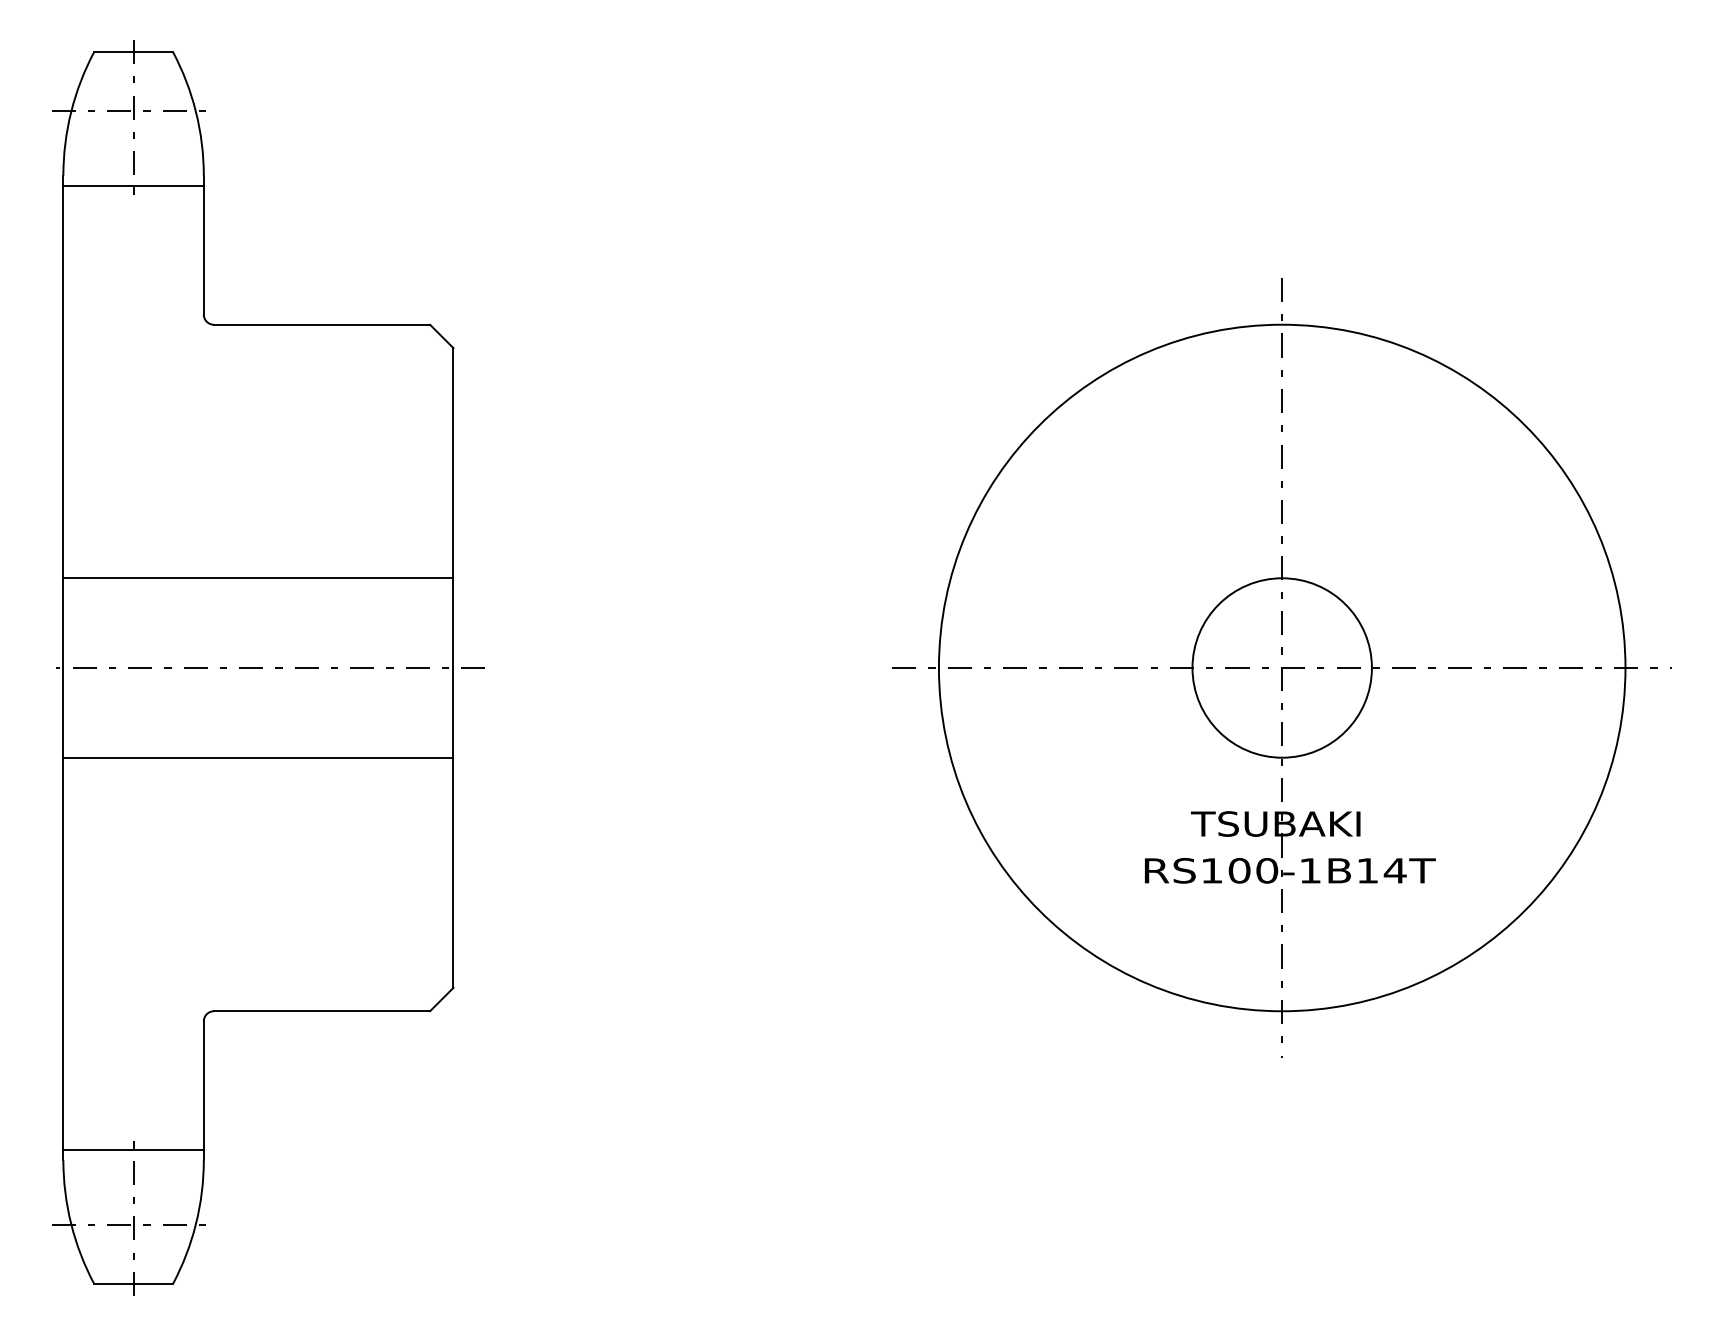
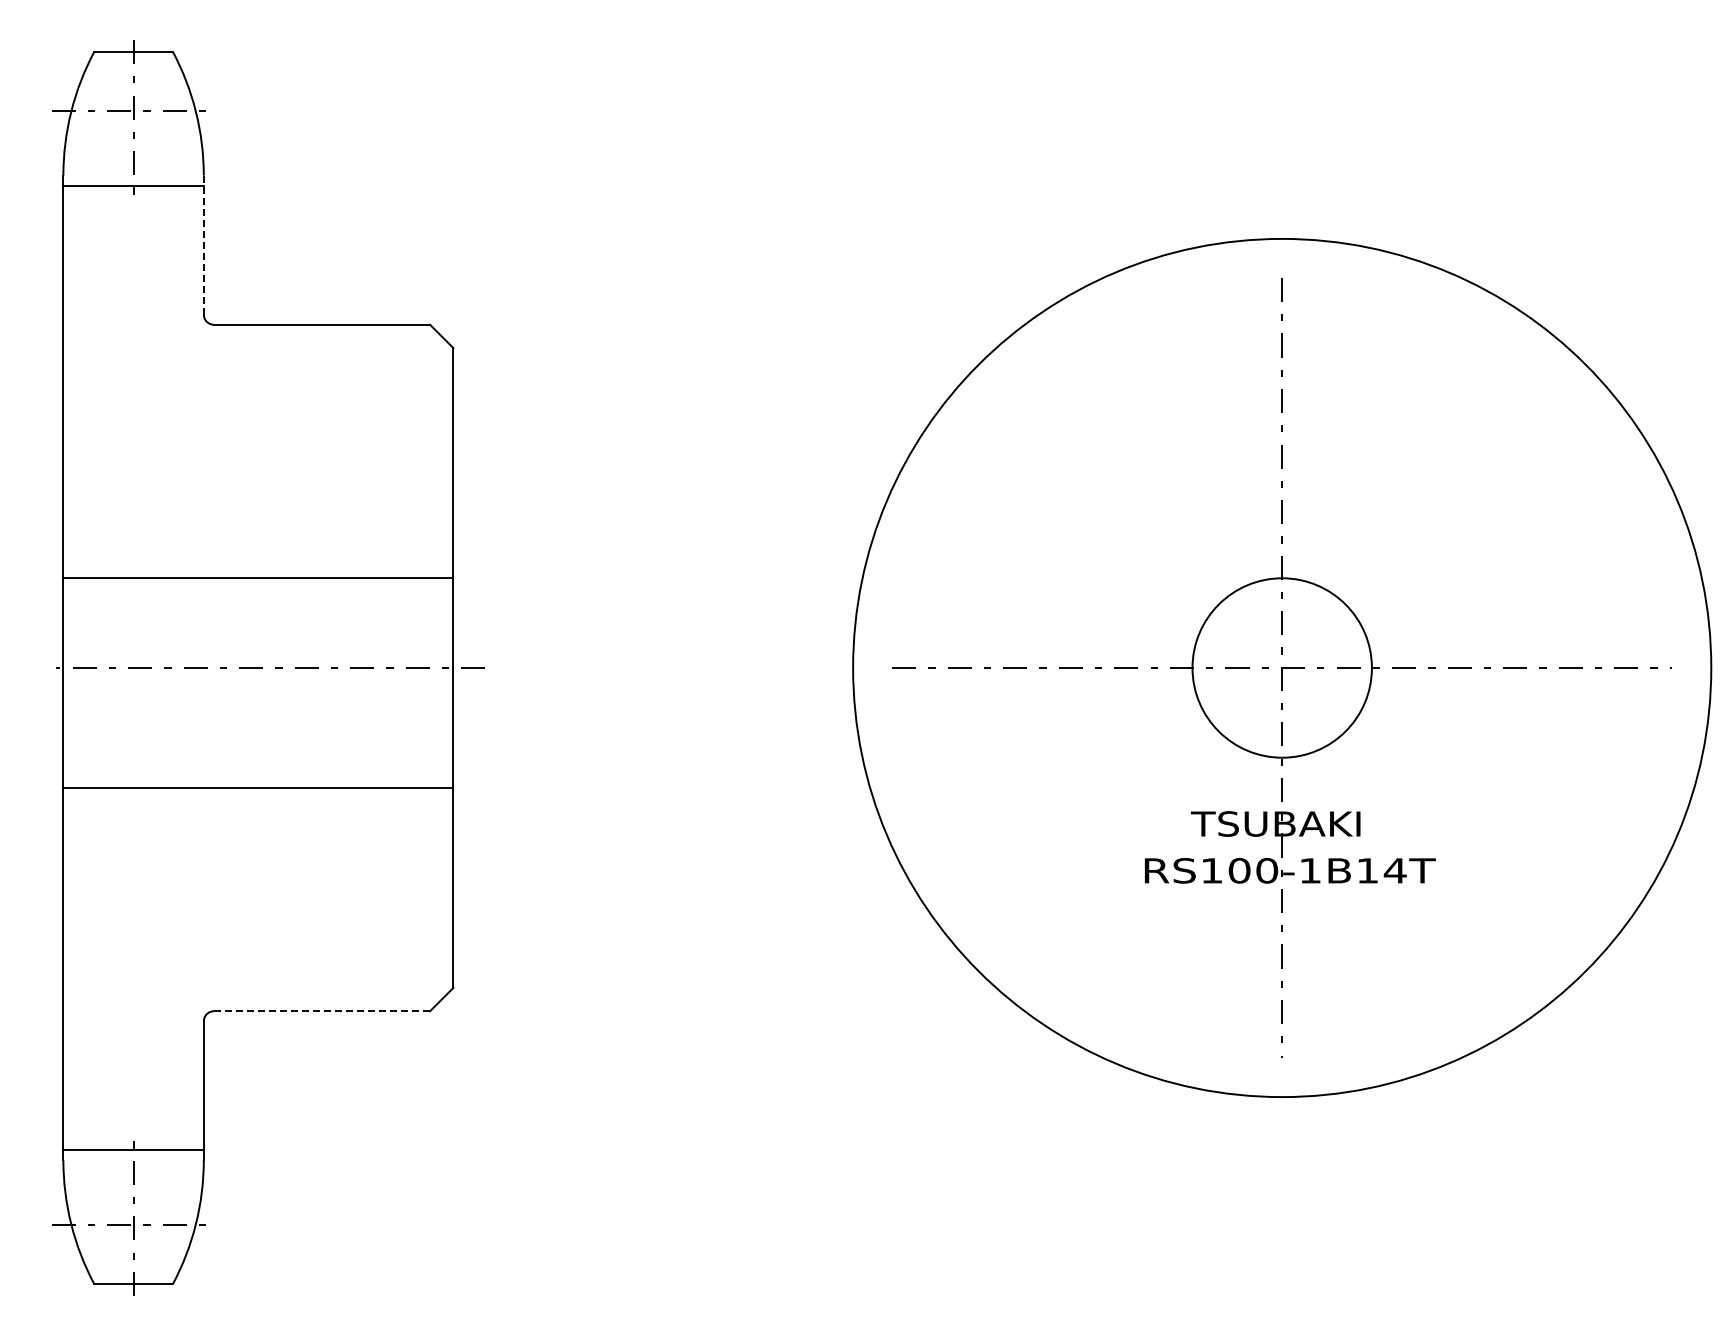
line at (203, 244): solid -> dashed
circle at (1281, 667) diameter: 687 px -> 858 px
line at (258, 757) position: (258, 757) -> (258, 787)
line at (321, 1011): solid -> dashed
